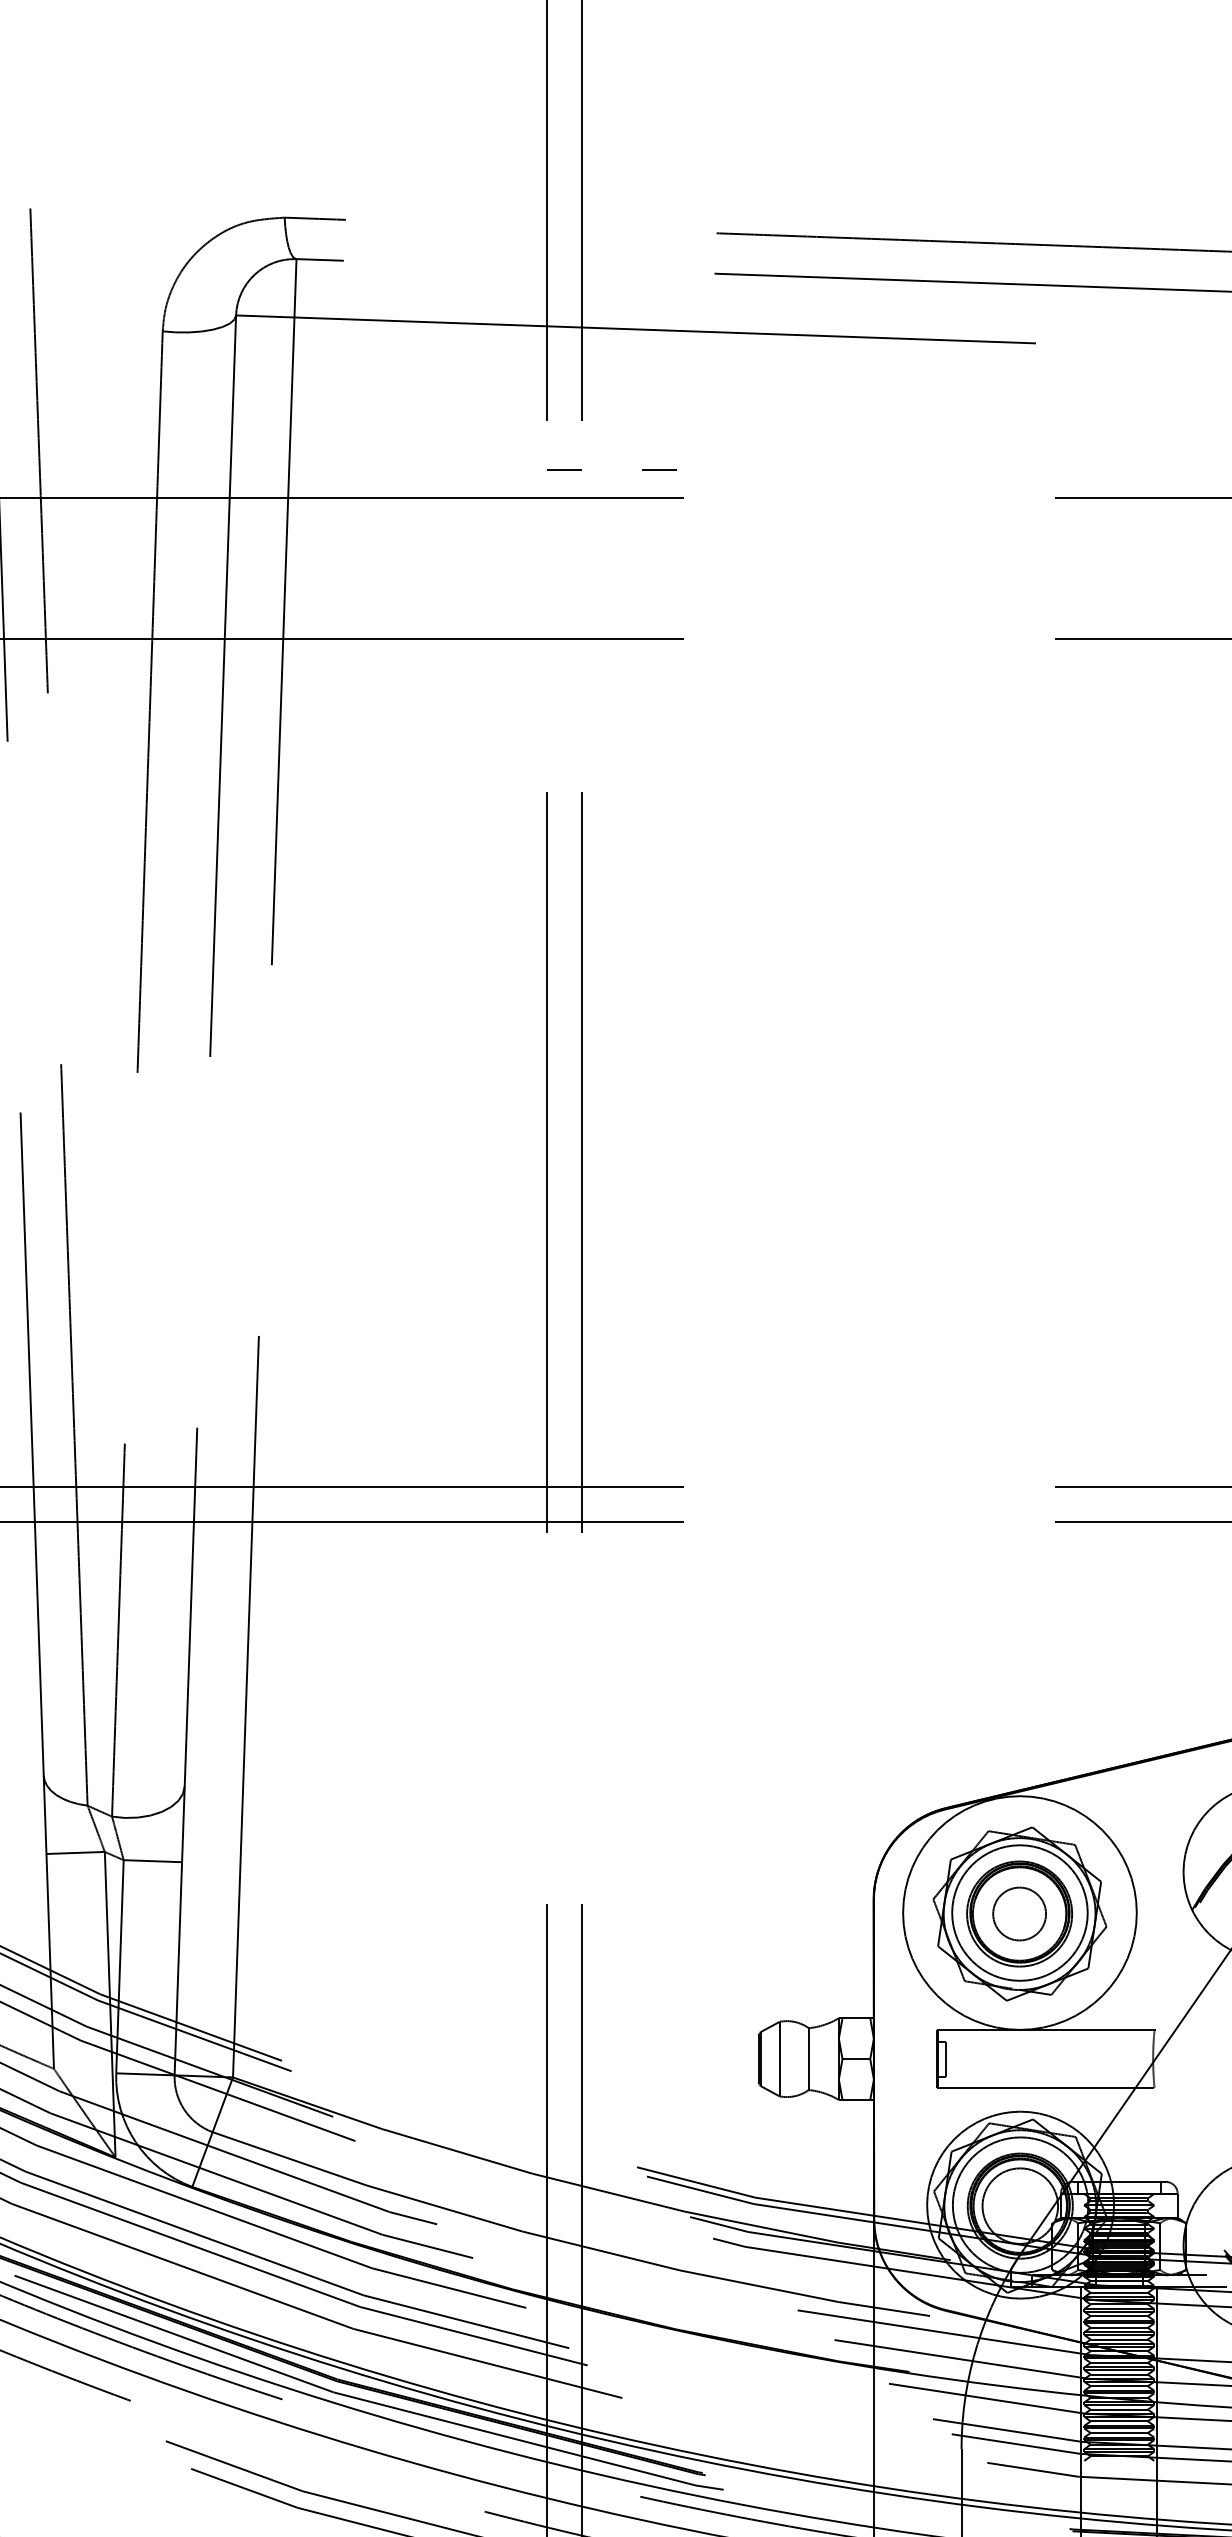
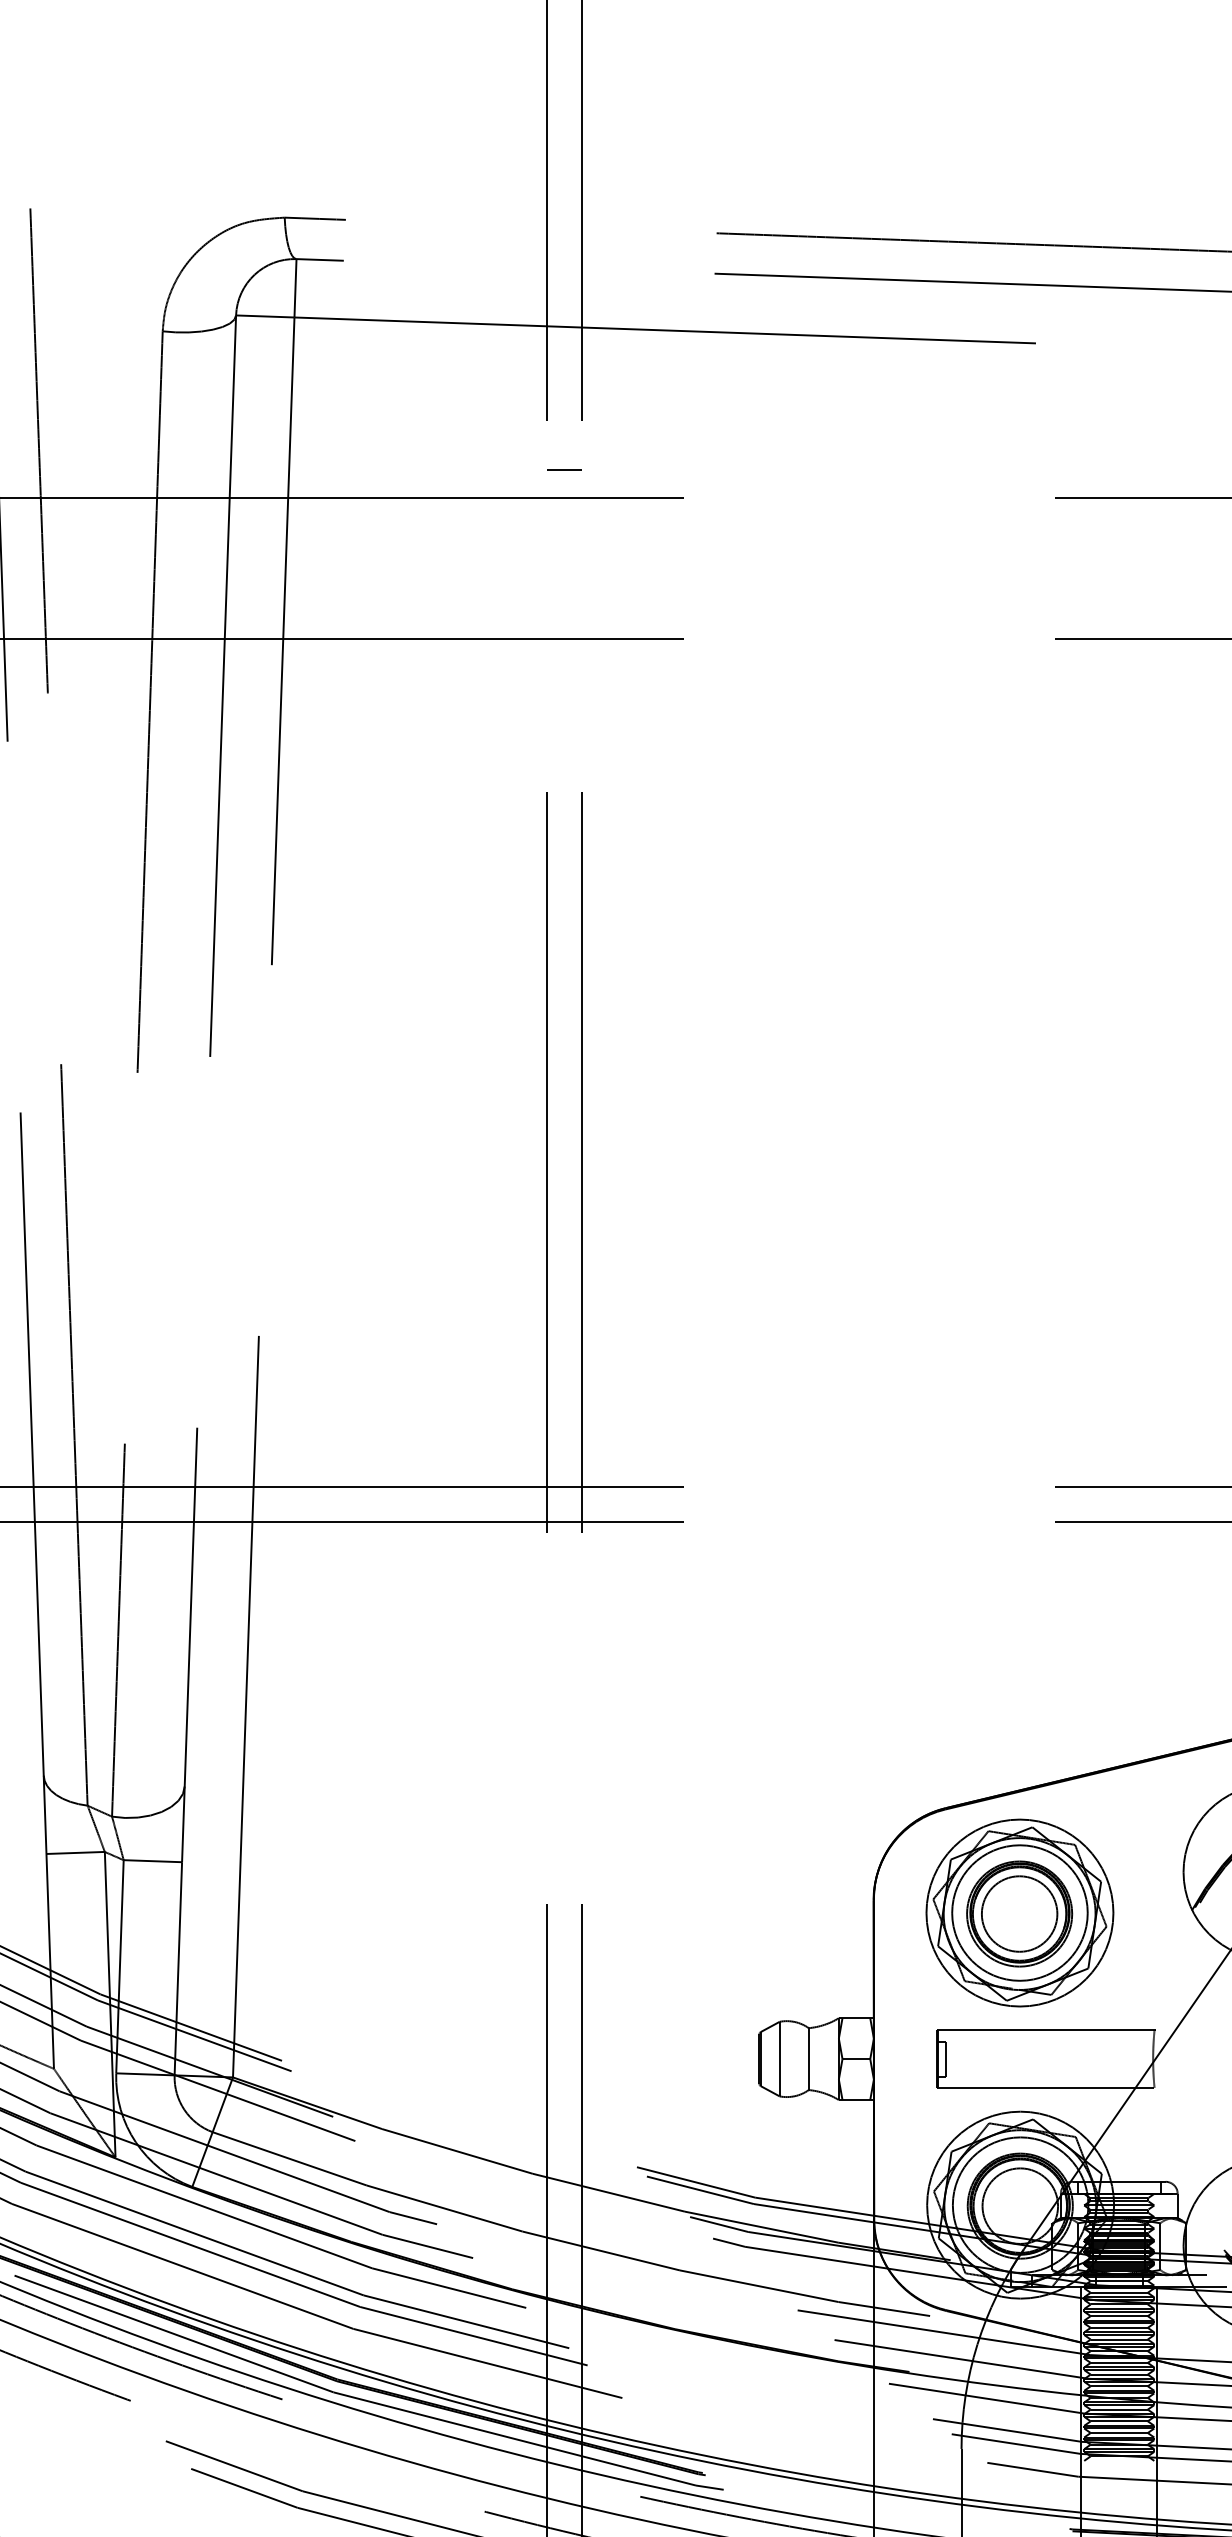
line at (659, 469): present -> none
circle at (1019, 1912) diameter: 234 px -> 187 px
circle at (1019, 1913) diameter: 53 px -> 76 px
